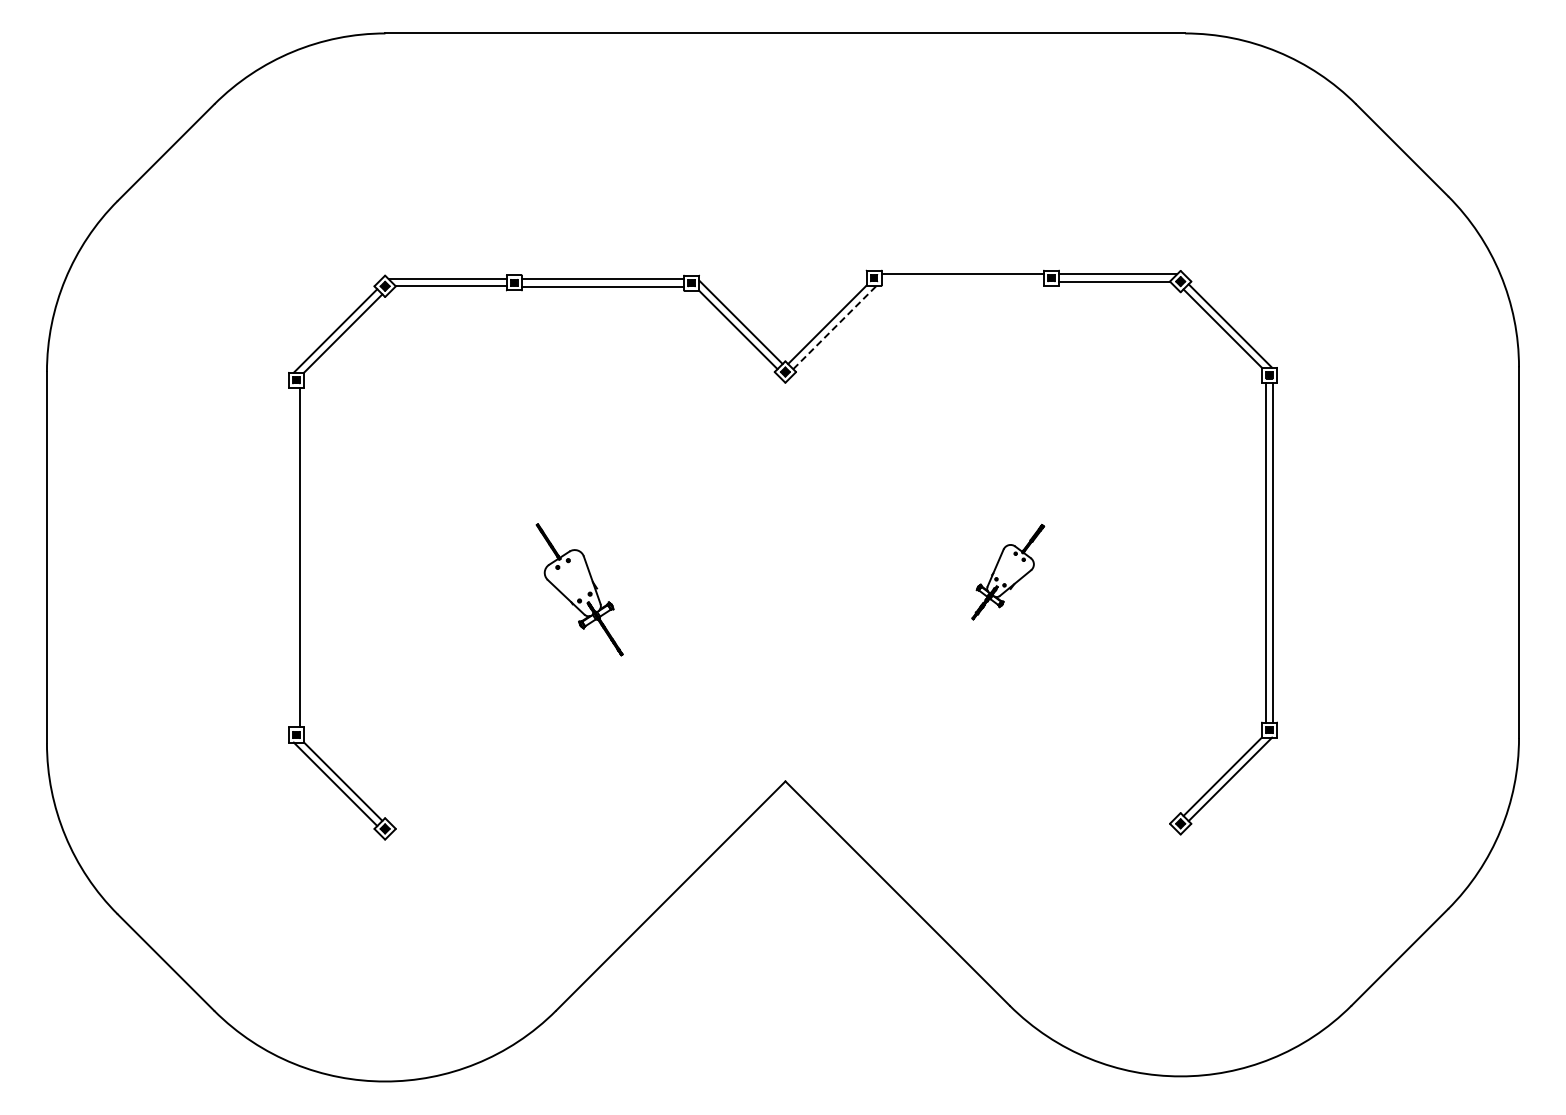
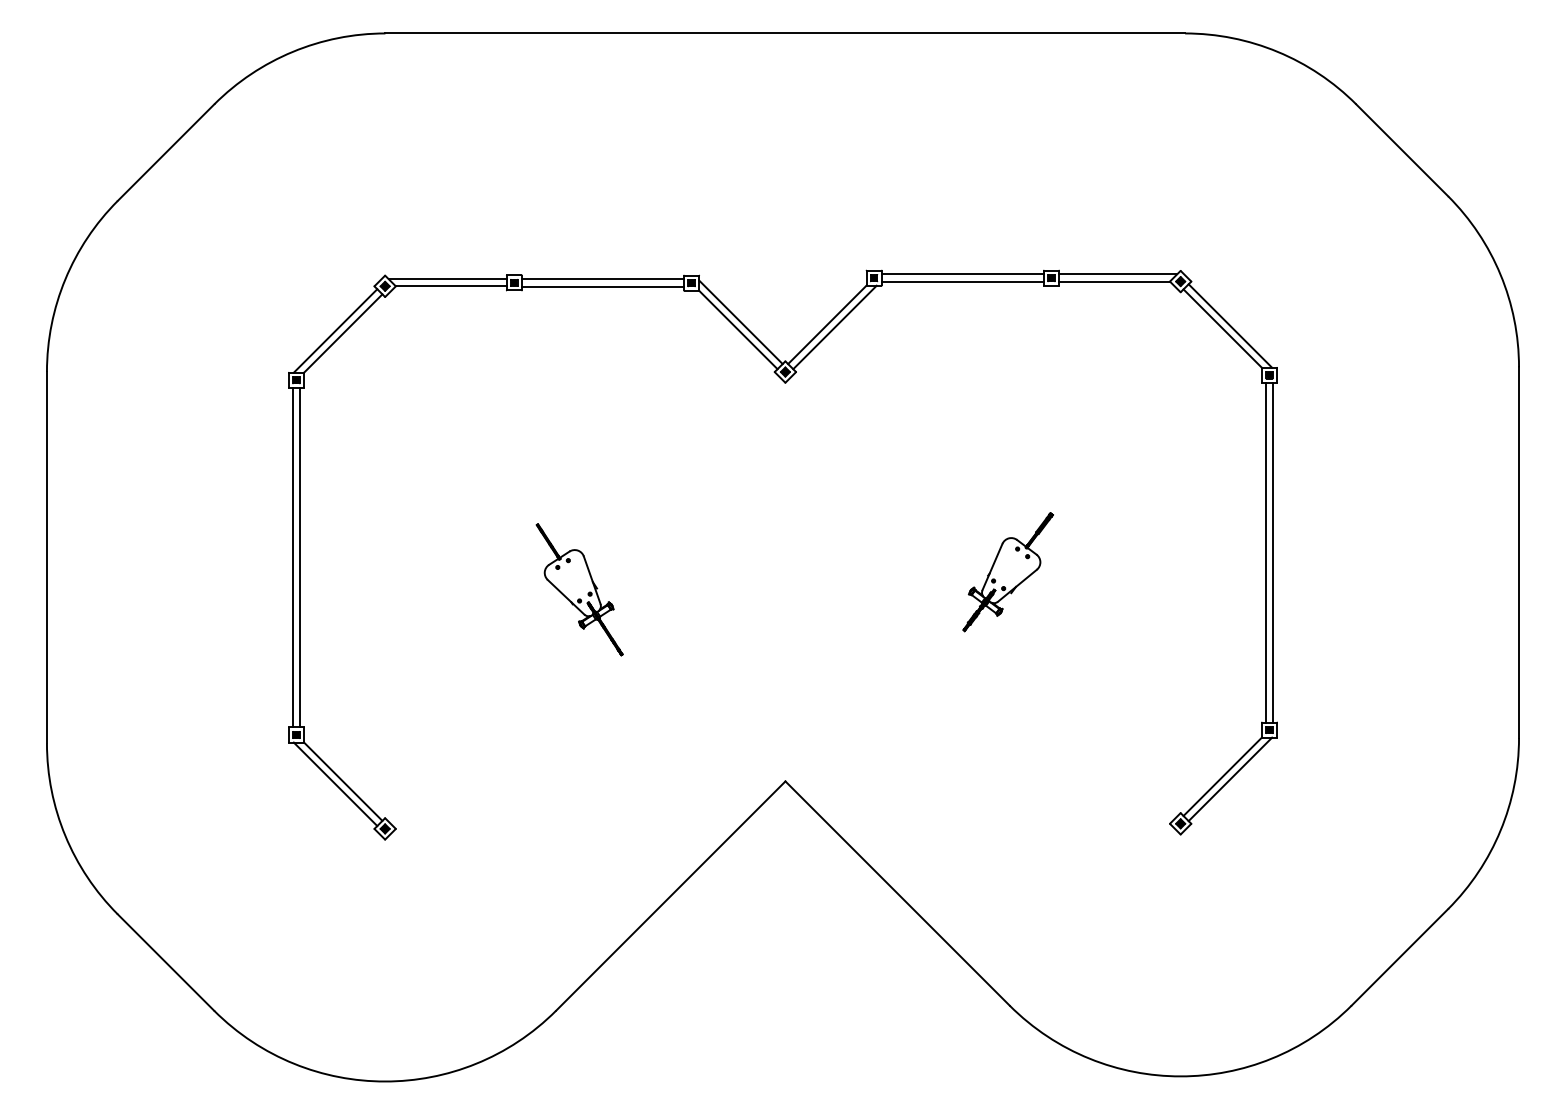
line at (962, 281): none -> present
line at (835, 327): dashed -> solid
line at (292, 557): none -> present
part at (1008, 572) size: 75x97 px -> 92x121 px
